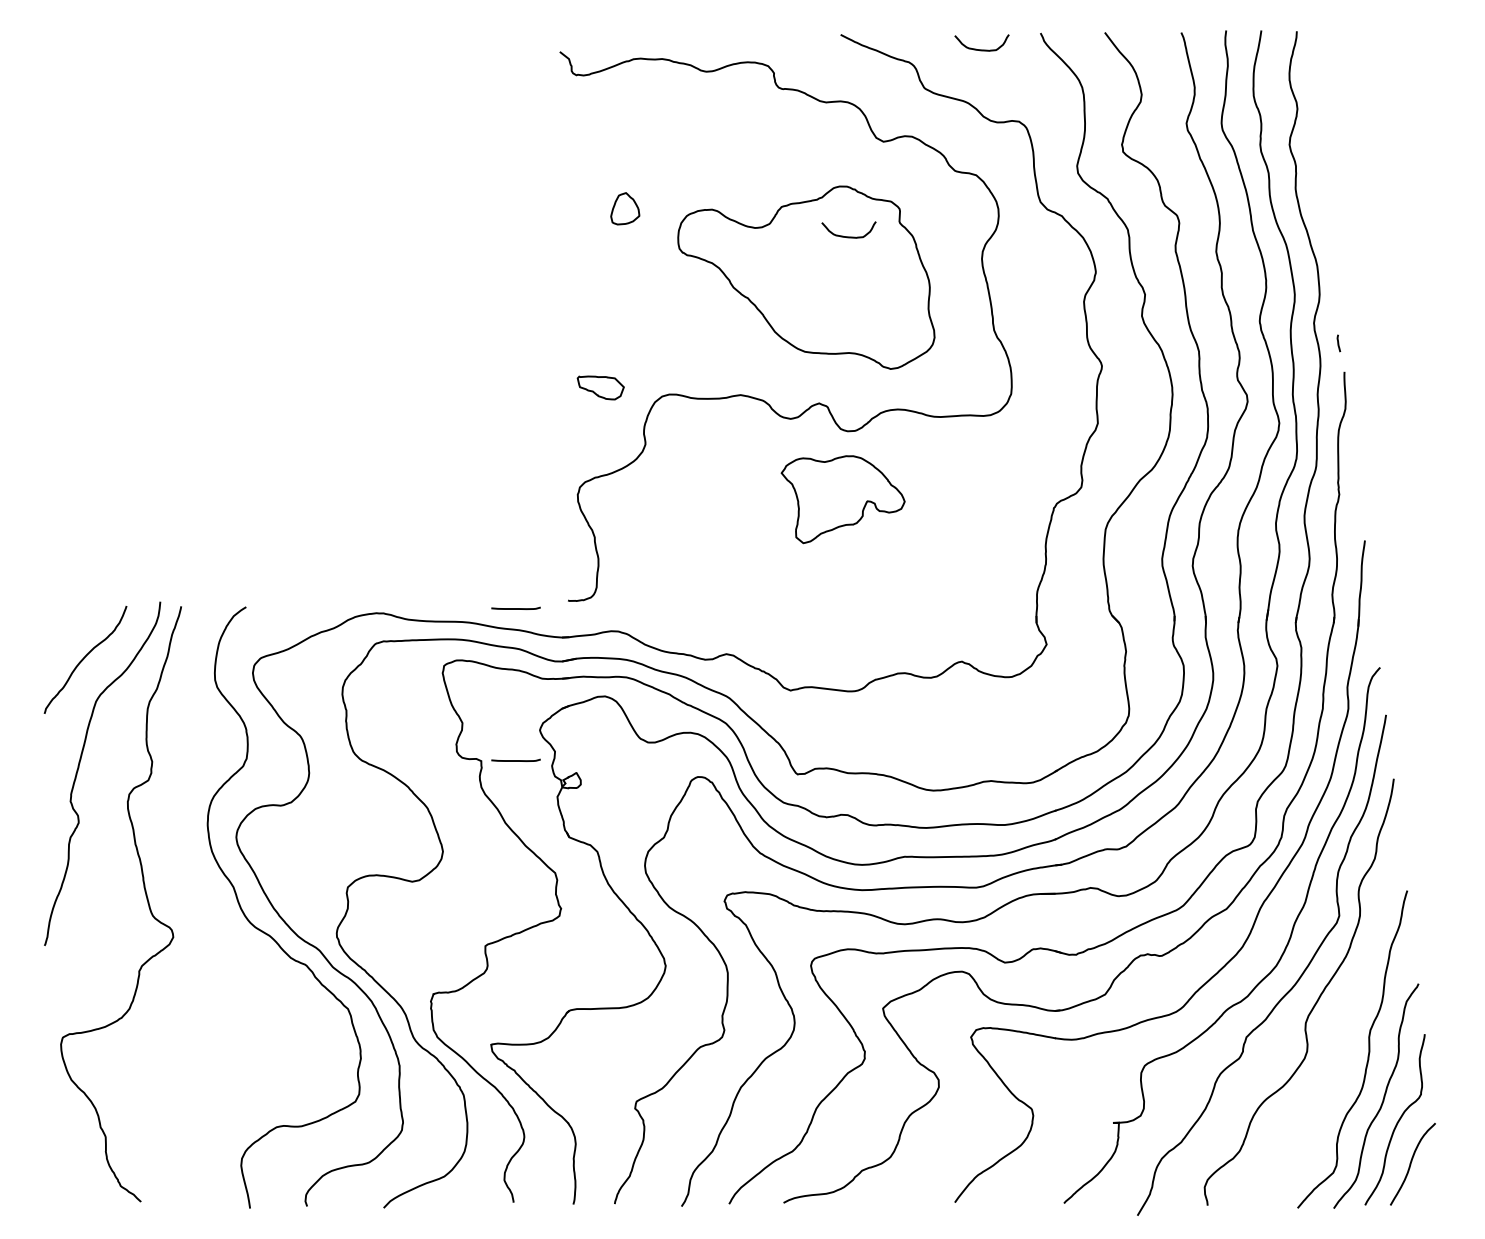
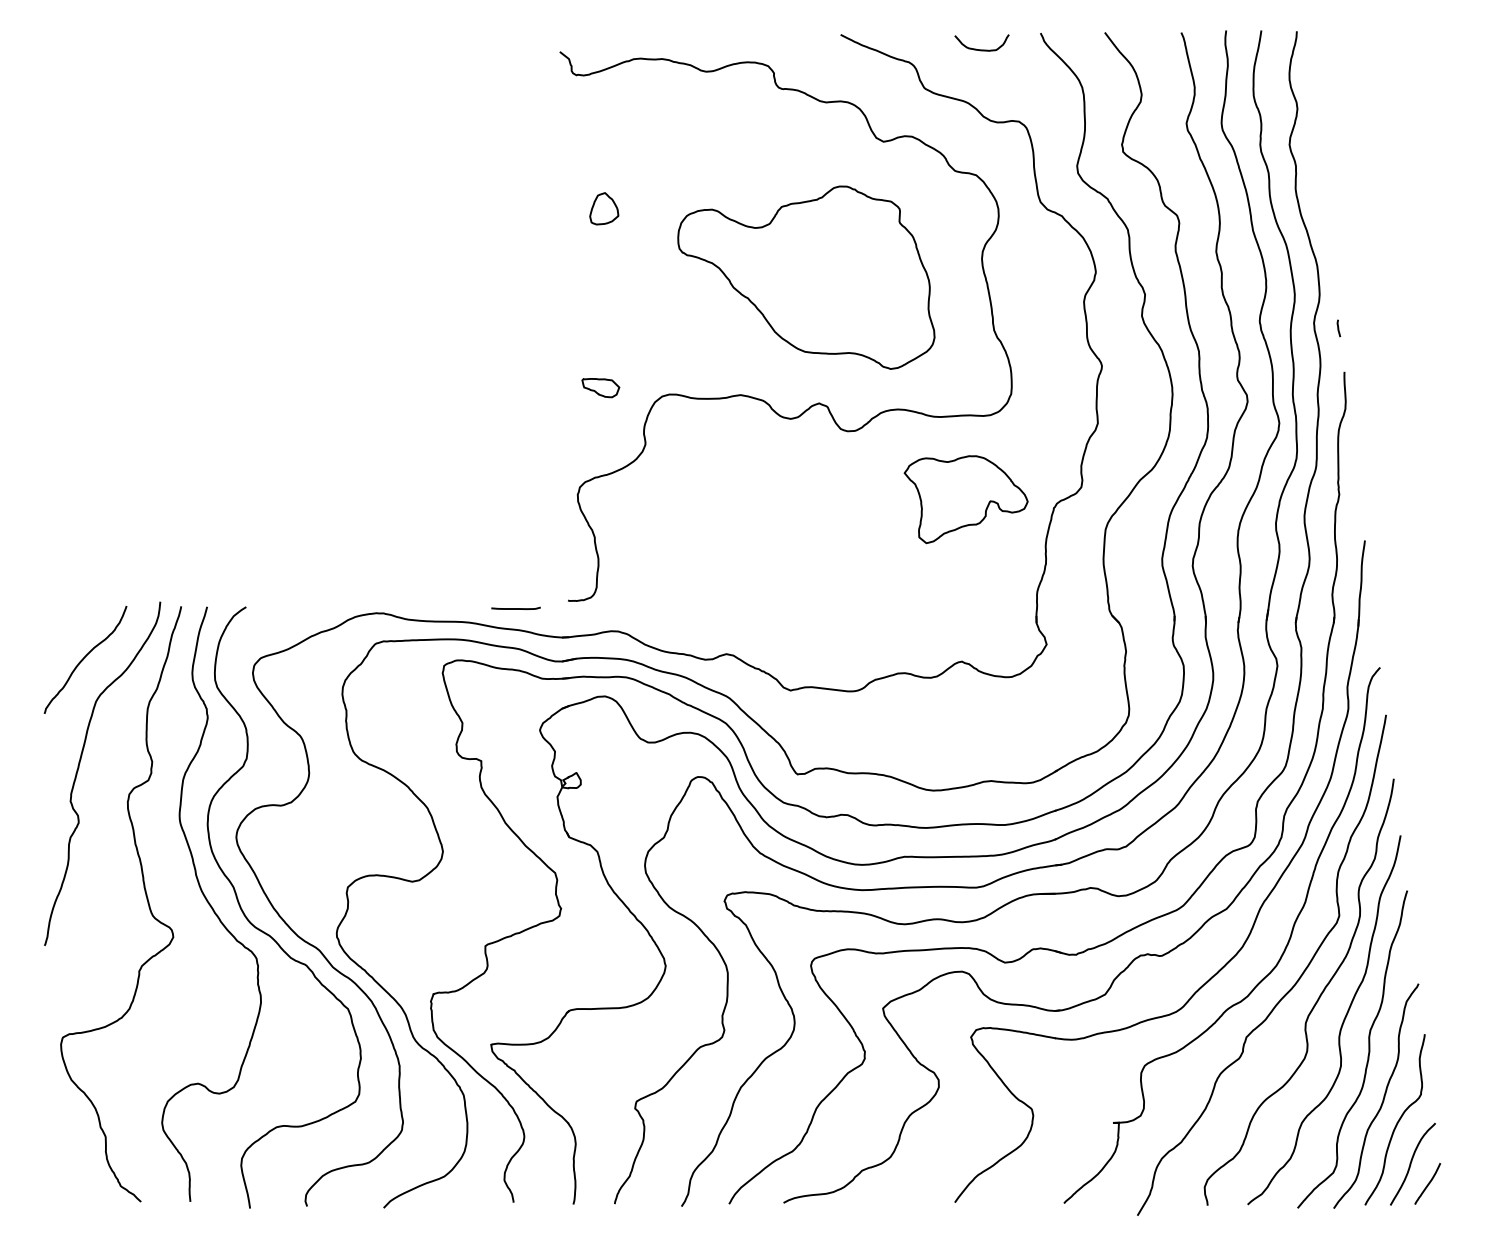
part at (625, 208) position: (625, 208) -> (604, 208)
curve at (848, 236): present -> none
line at (1338, 343) position: (1338, 343) -> (1338, 328)
part at (600, 387) size: 49x26 px -> 40x21 px
part at (842, 499) position: (842, 499) -> (965, 499)
curve at (515, 760): present -> none
curve at (210, 903): none -> present
curve at (1341, 1024): none -> present
curve at (1428, 1183): none -> present
